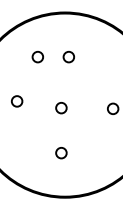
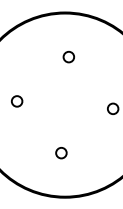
circle at (37, 57): present -> none
circle at (61, 108): present -> none
